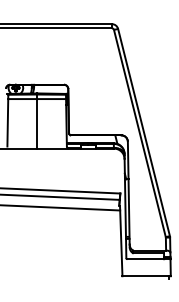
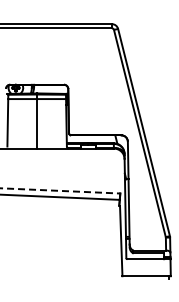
line at (60, 190): solid -> dashed
line at (61, 207): present -> none
